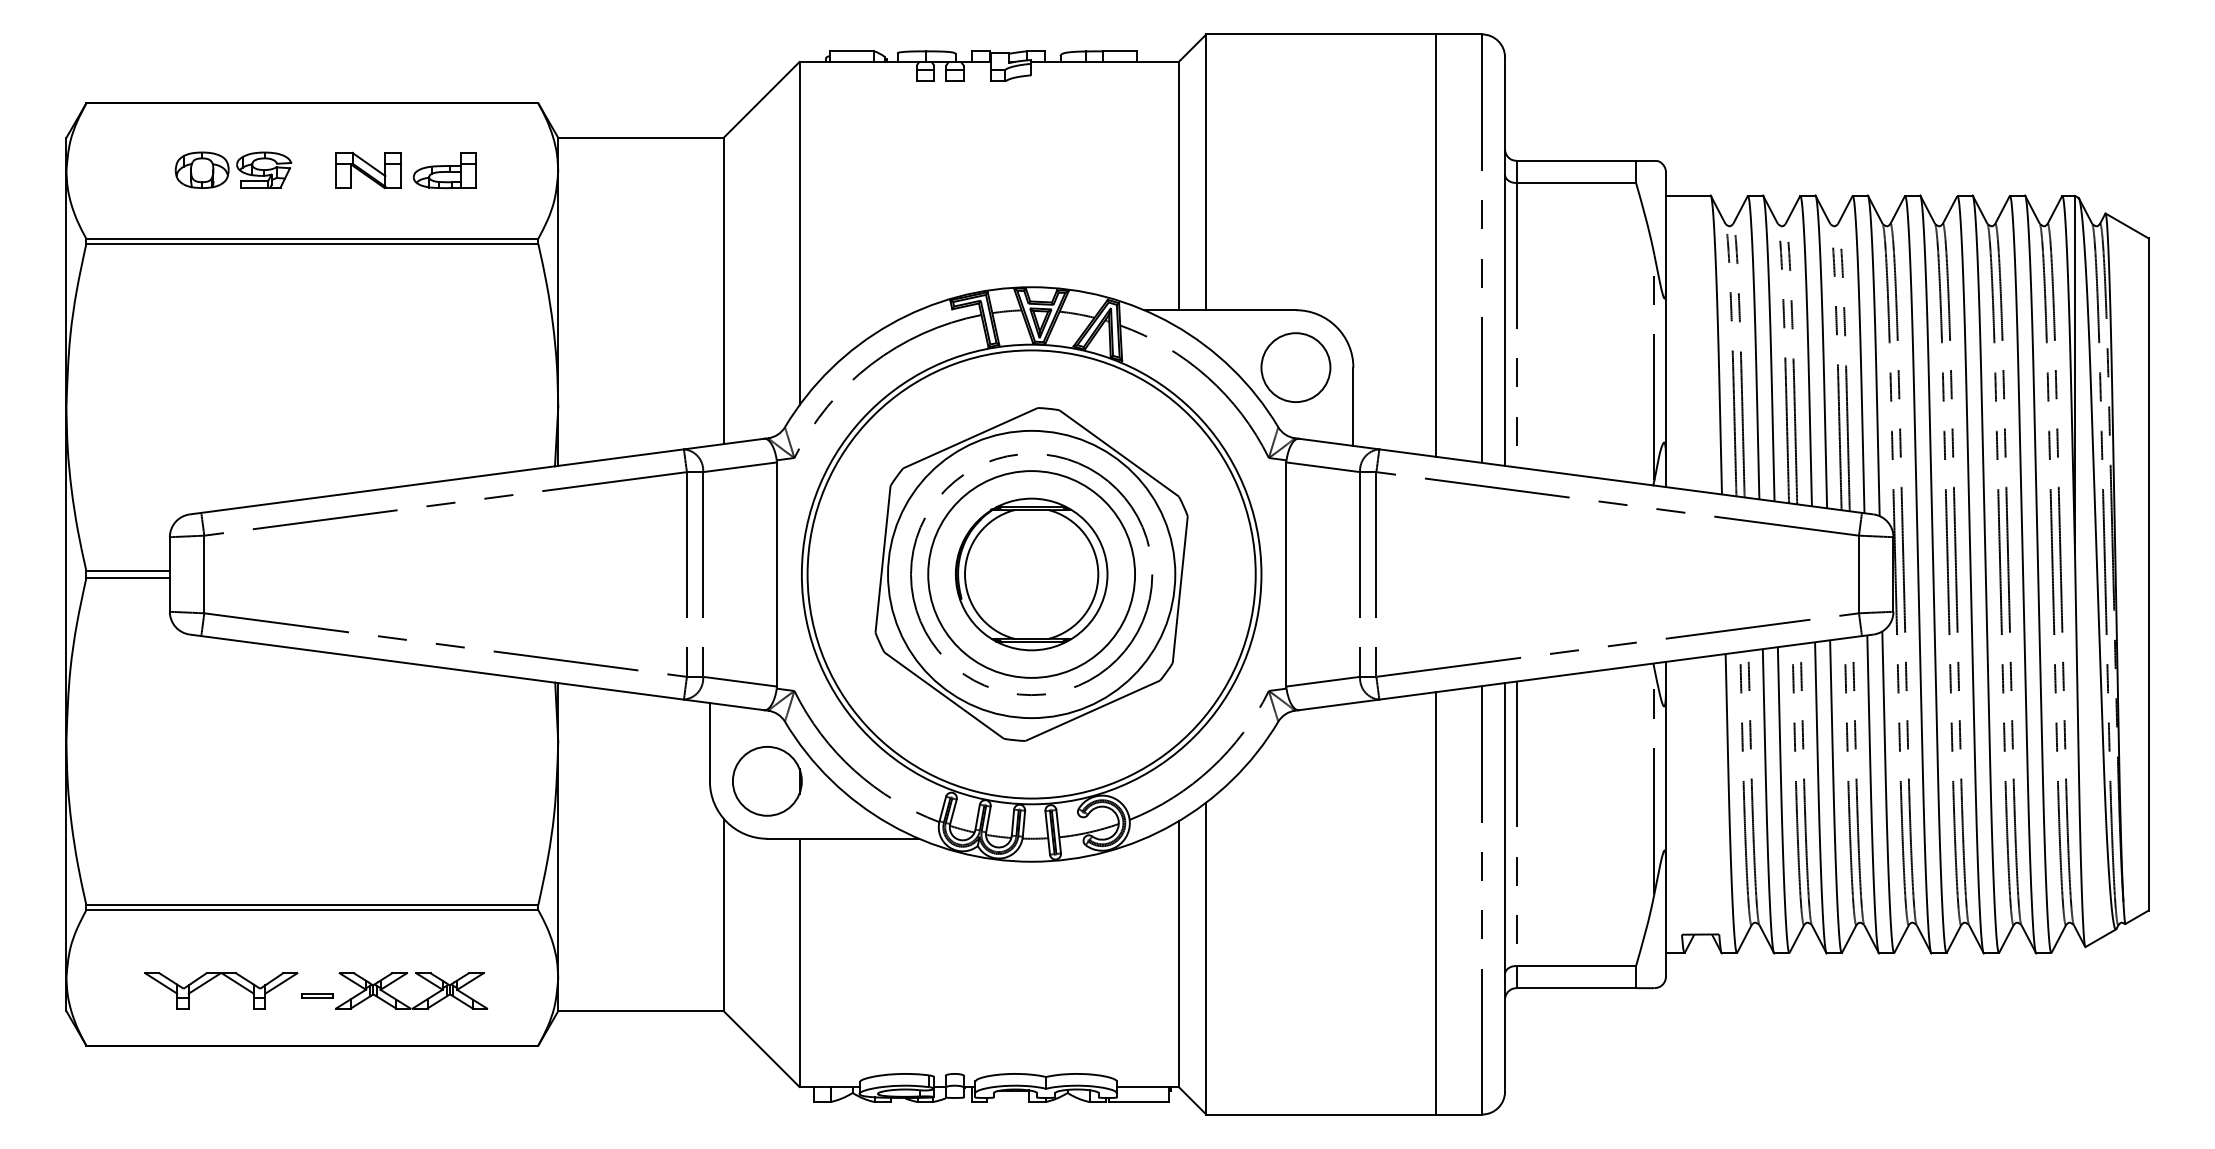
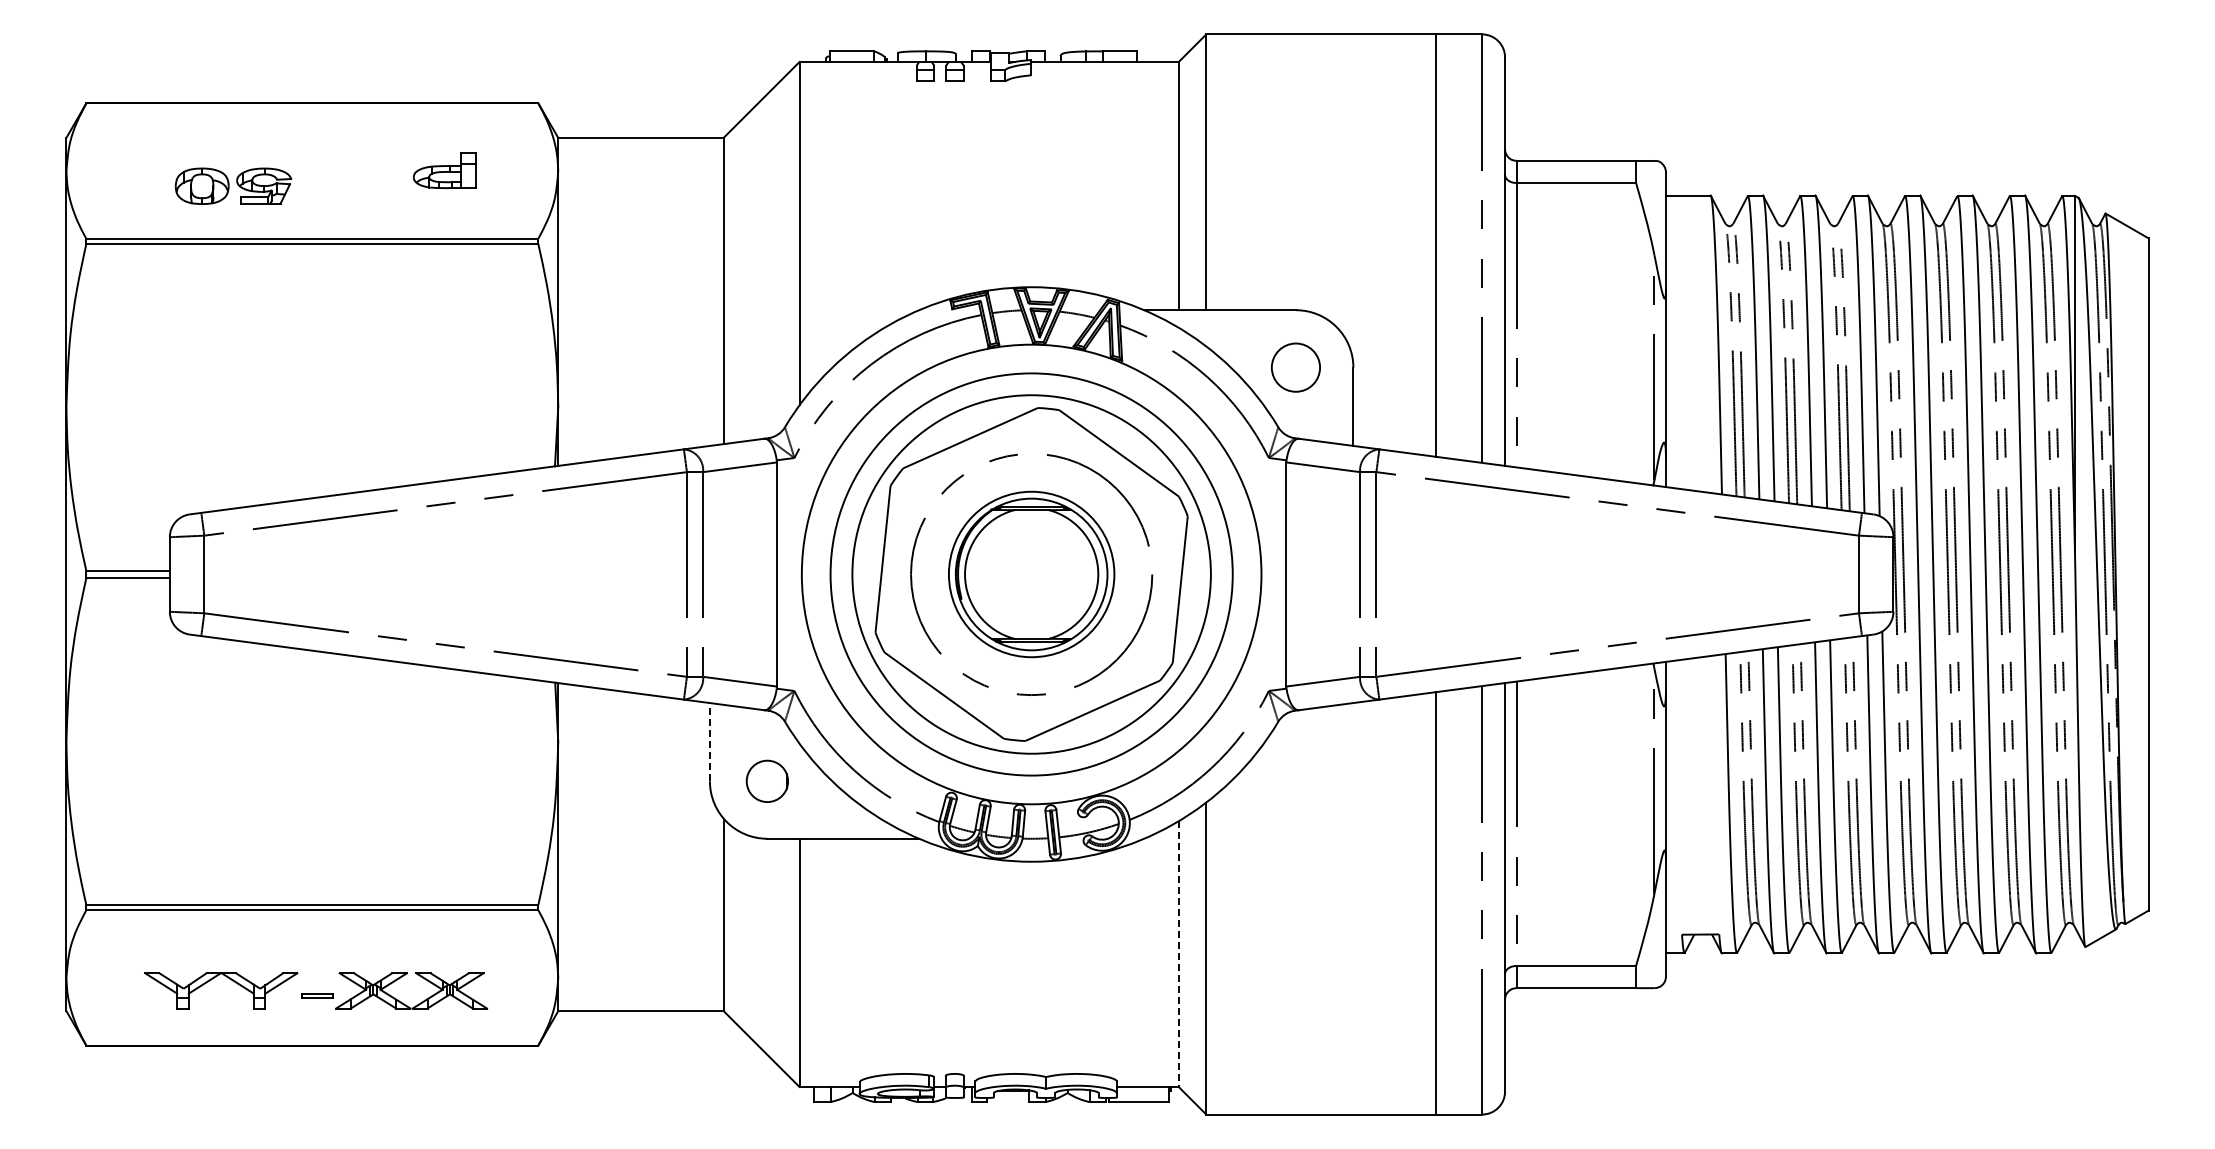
part at (233, 169) position: (233, 169) -> (233, 185)
part at (368, 170): present -> none
circle at (1295, 367) diameter: 69 px -> 48 px
circle at (1031, 574) diameter: 207 px -> 165 px
circle at (1031, 574) diameter: 287 px -> 402 px
circle at (1031, 574) diameter: 448 px -> 359 px
line at (709, 741): solid -> dashed
circle at (767, 781) size: 71x71 px -> 44x44 px
line at (1178, 954): solid -> dashed
